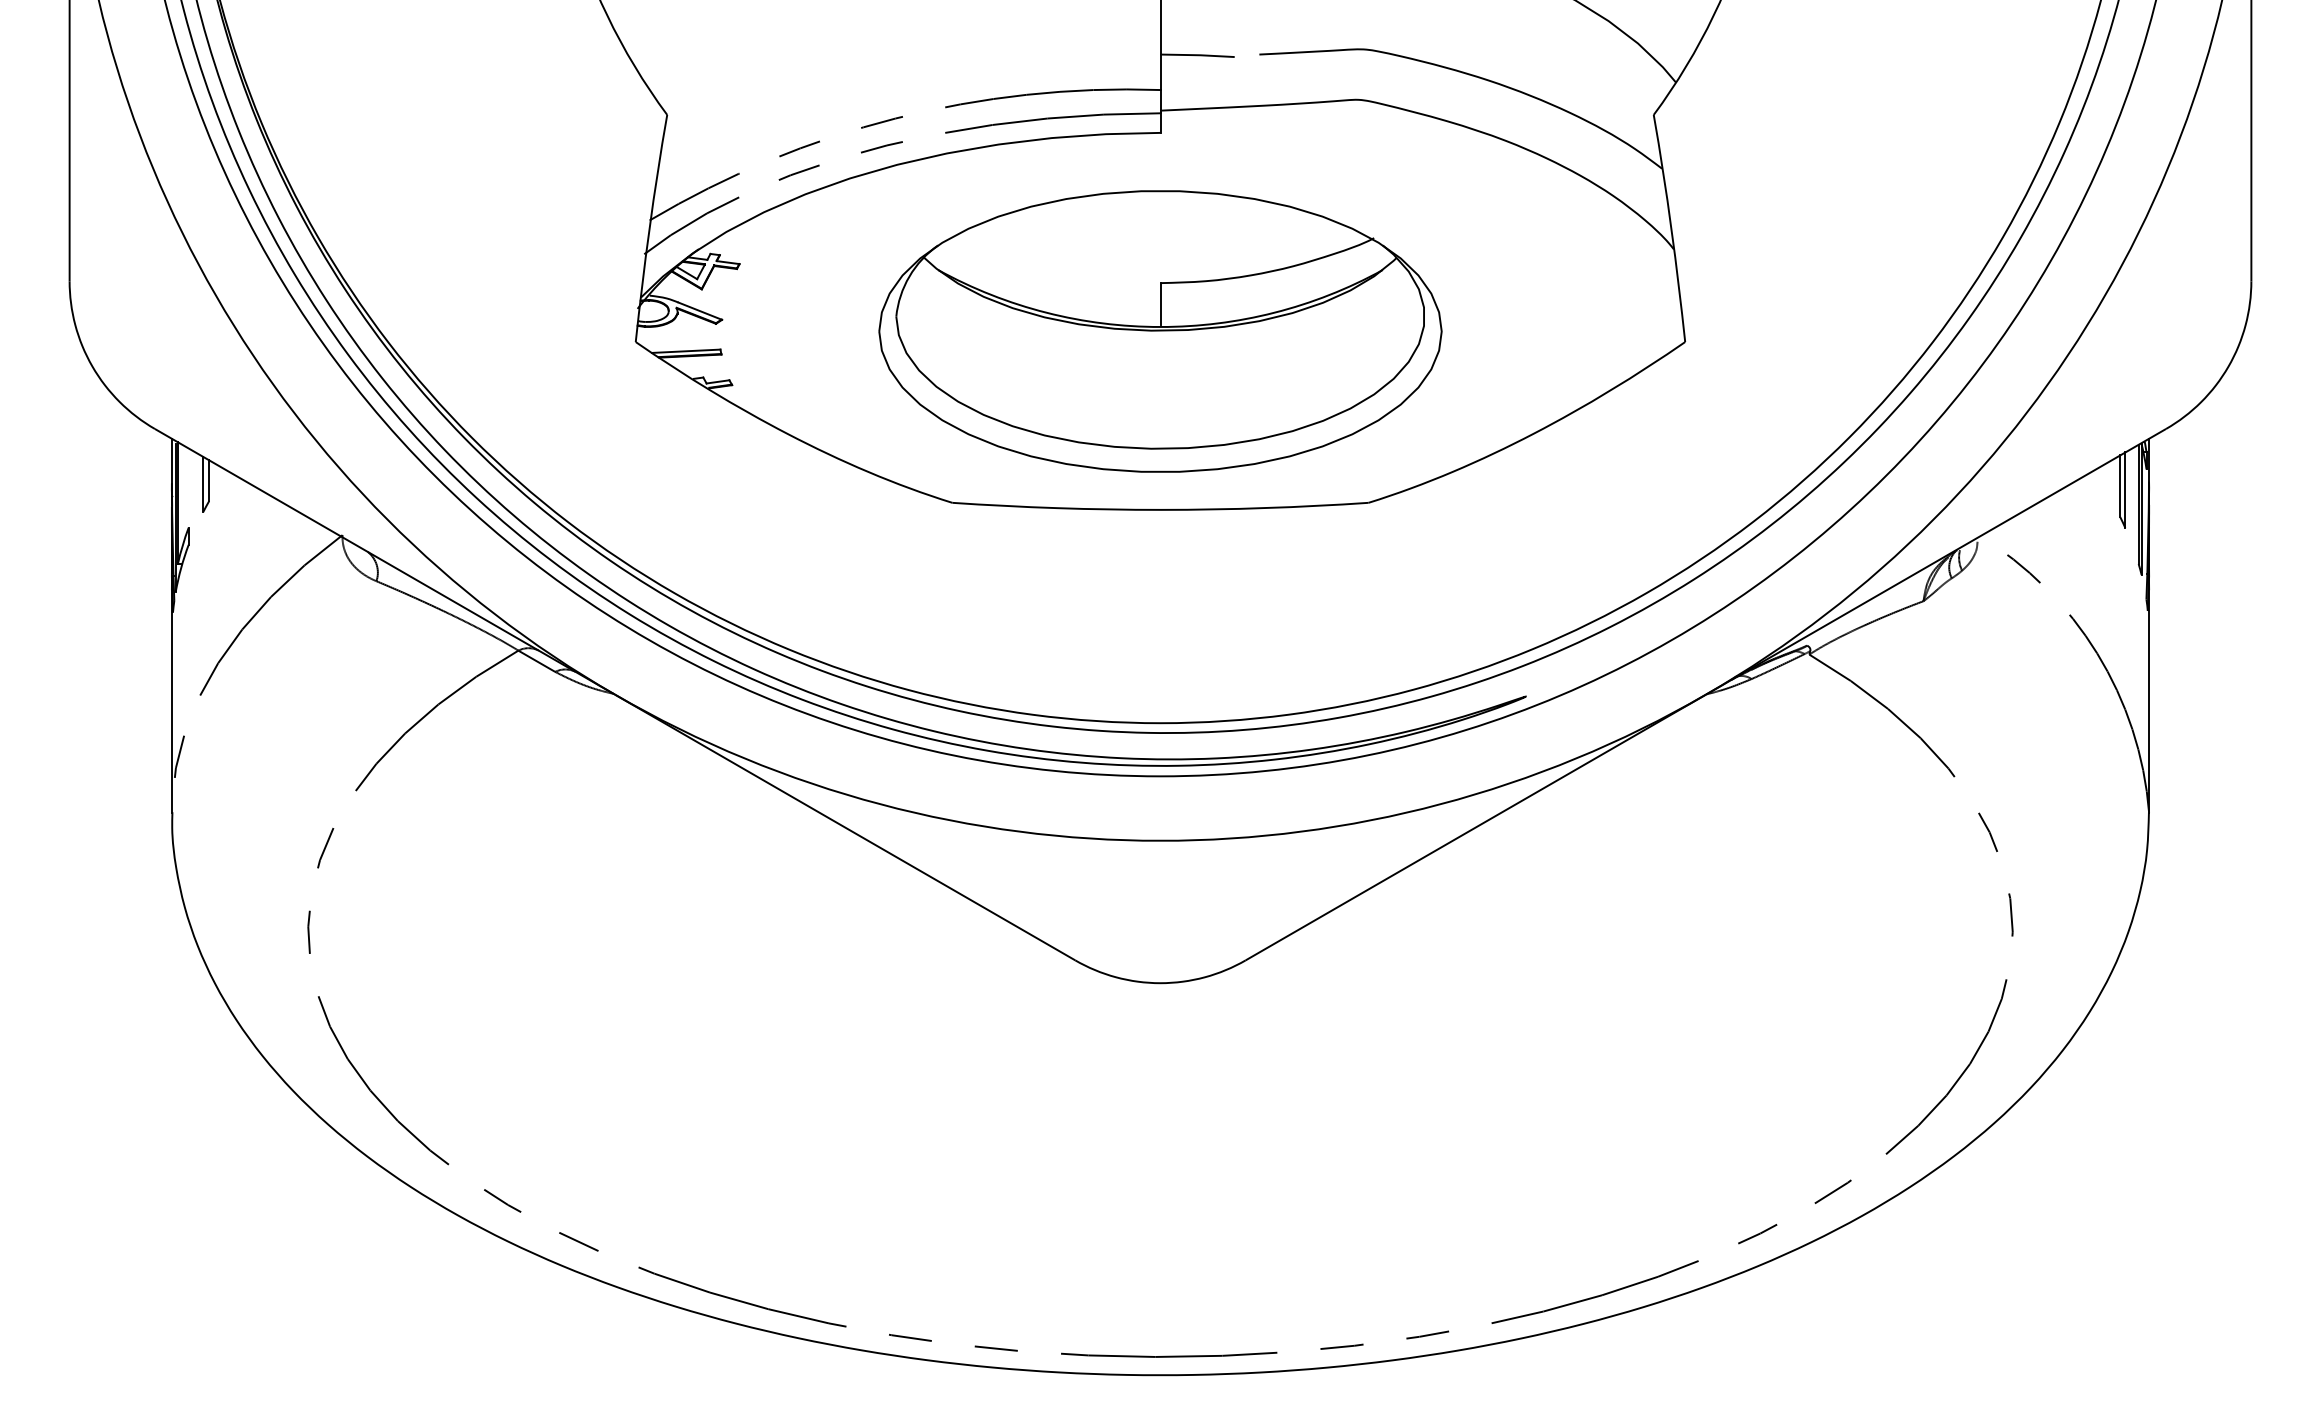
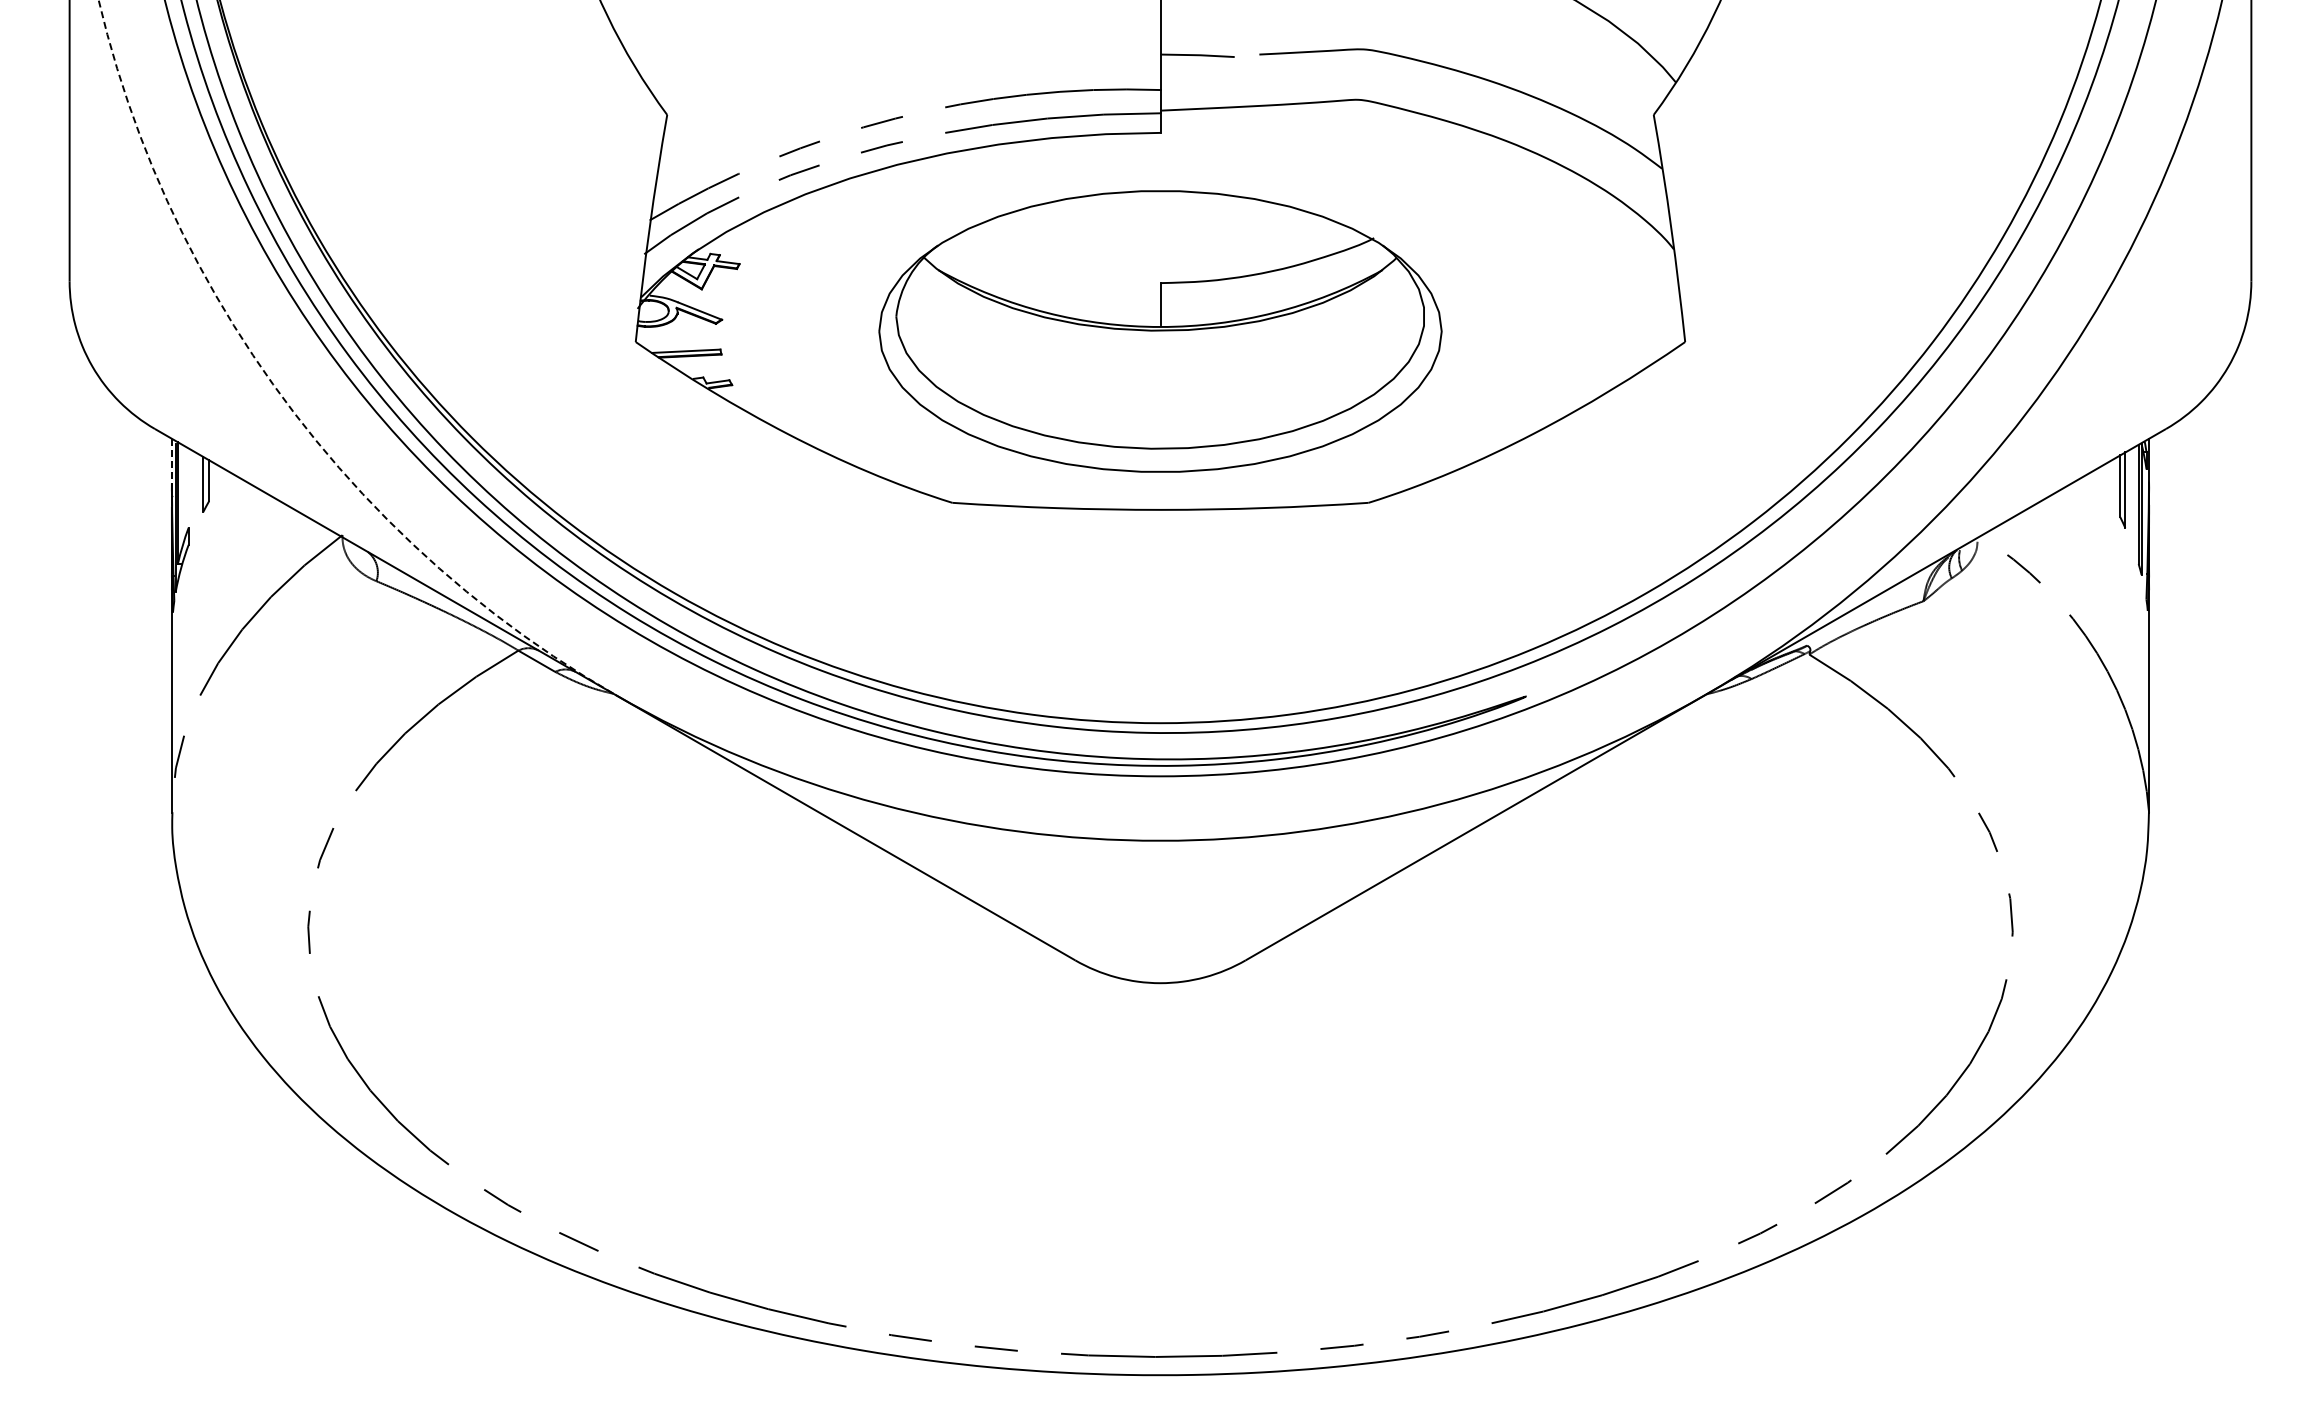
arc at (285, 401): solid -> dashed
line at (171, 463): solid -> dashed
